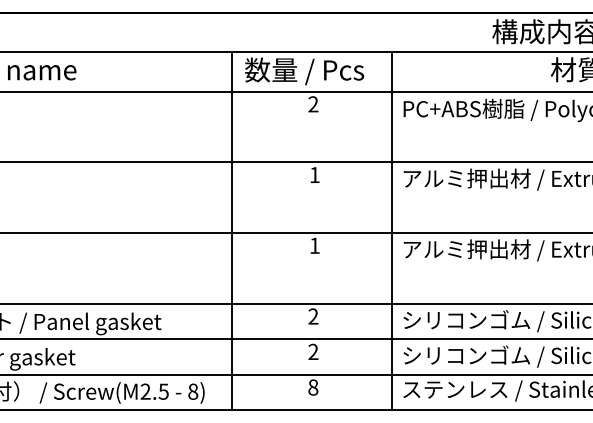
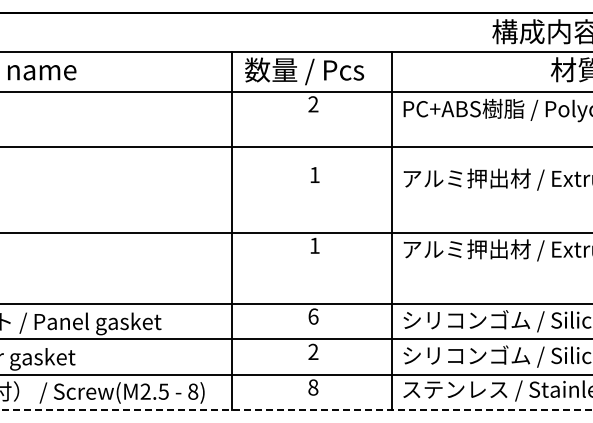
line at (295, 162) position: (295, 162) -> (295, 147)
text at (313, 316): 2 -> 6
line at (296, 410): solid -> dashed
